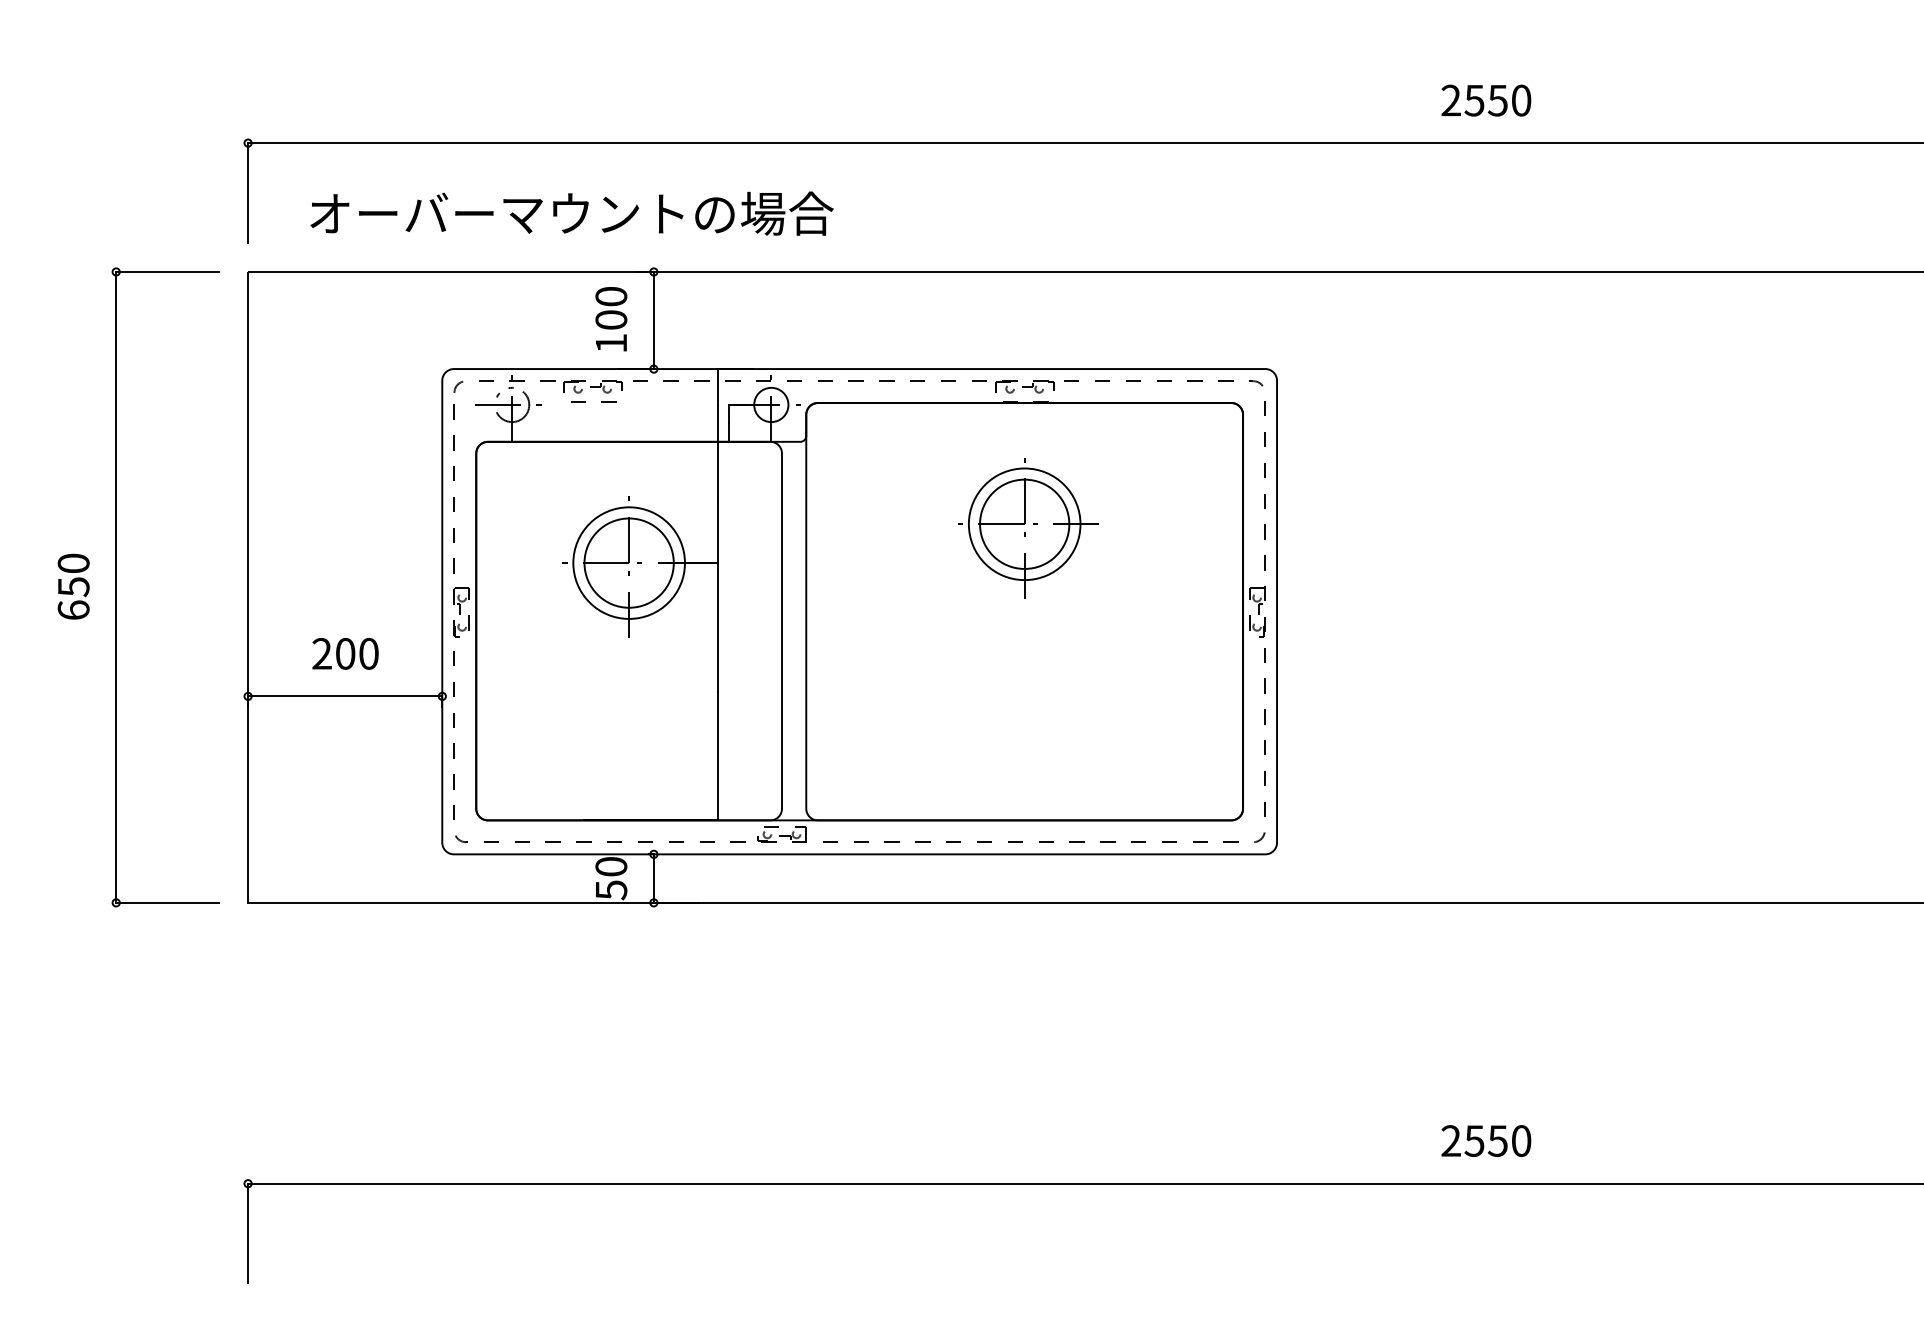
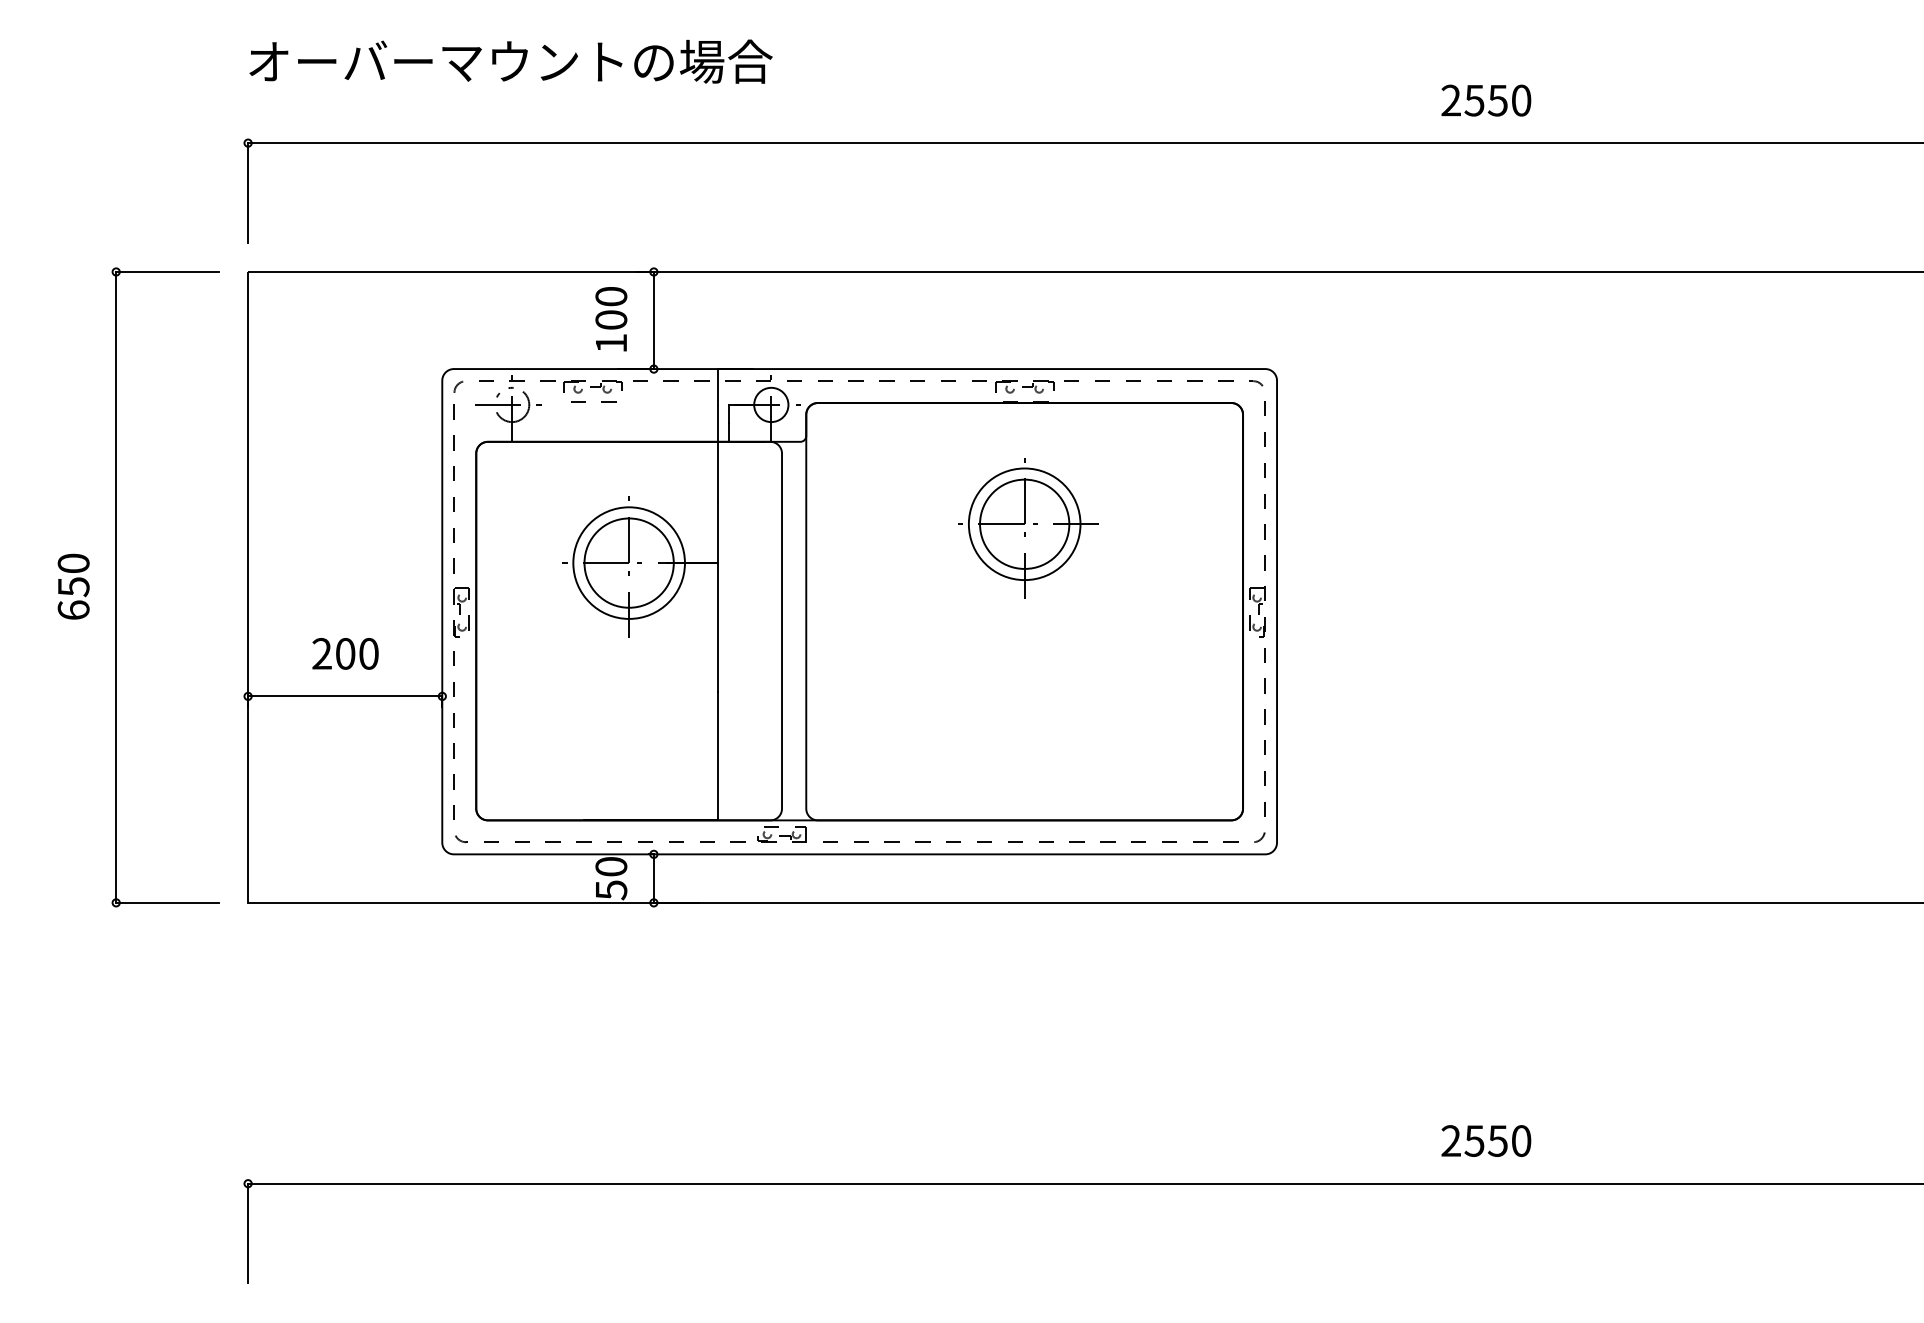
text at (571, 213) position: (571, 213) -> (510, 61)
